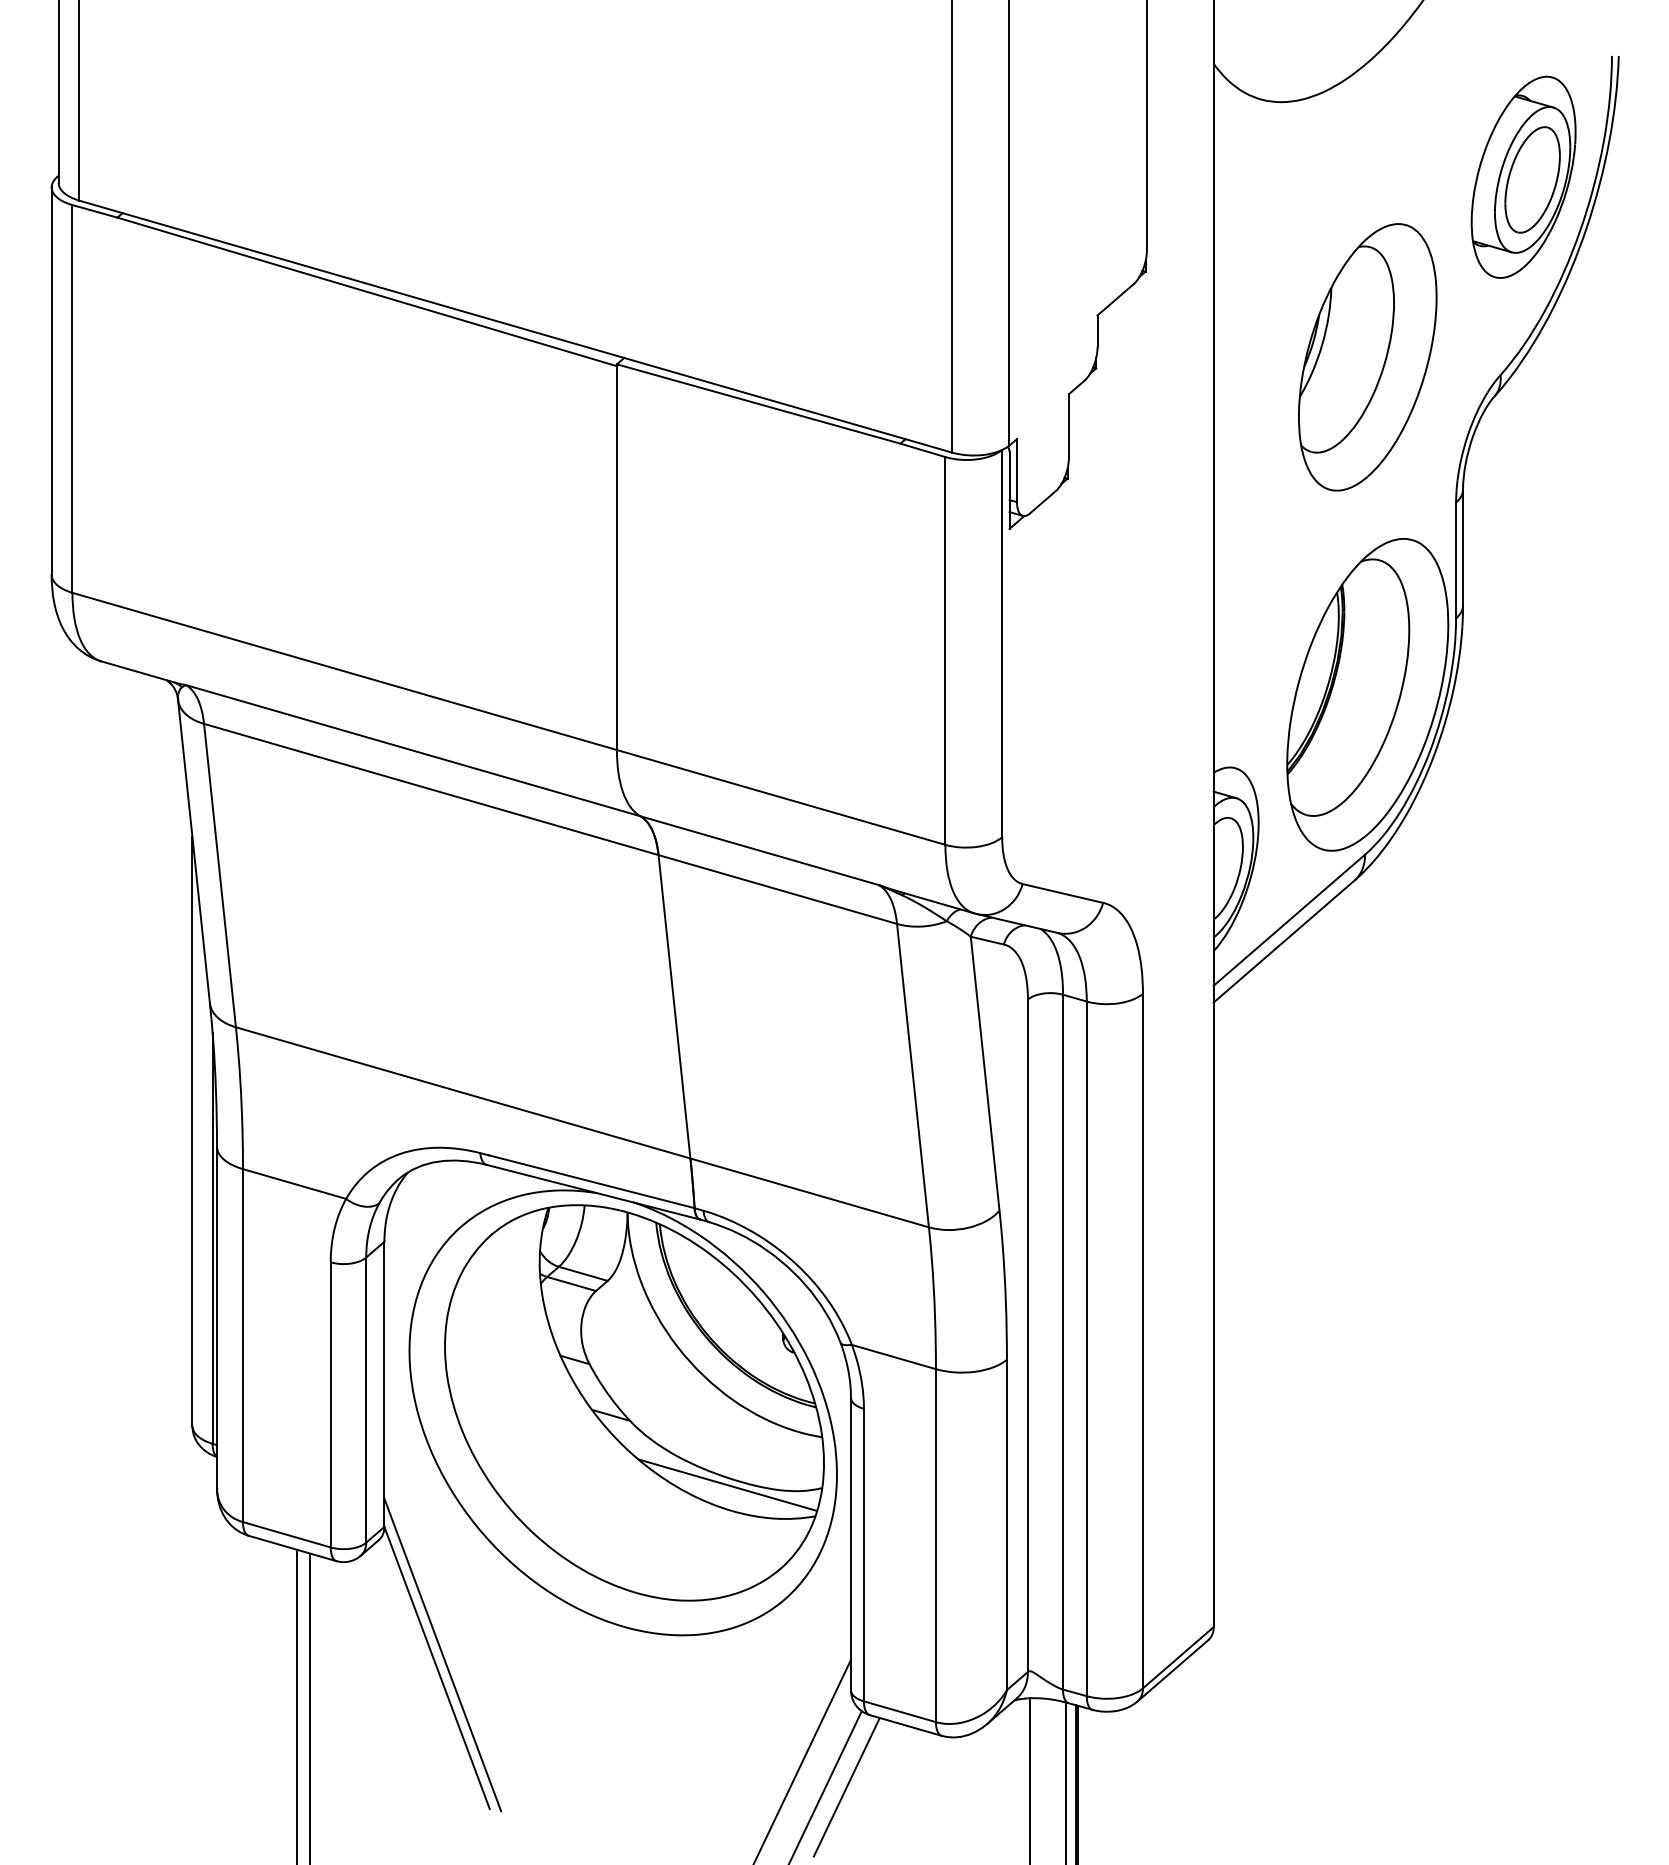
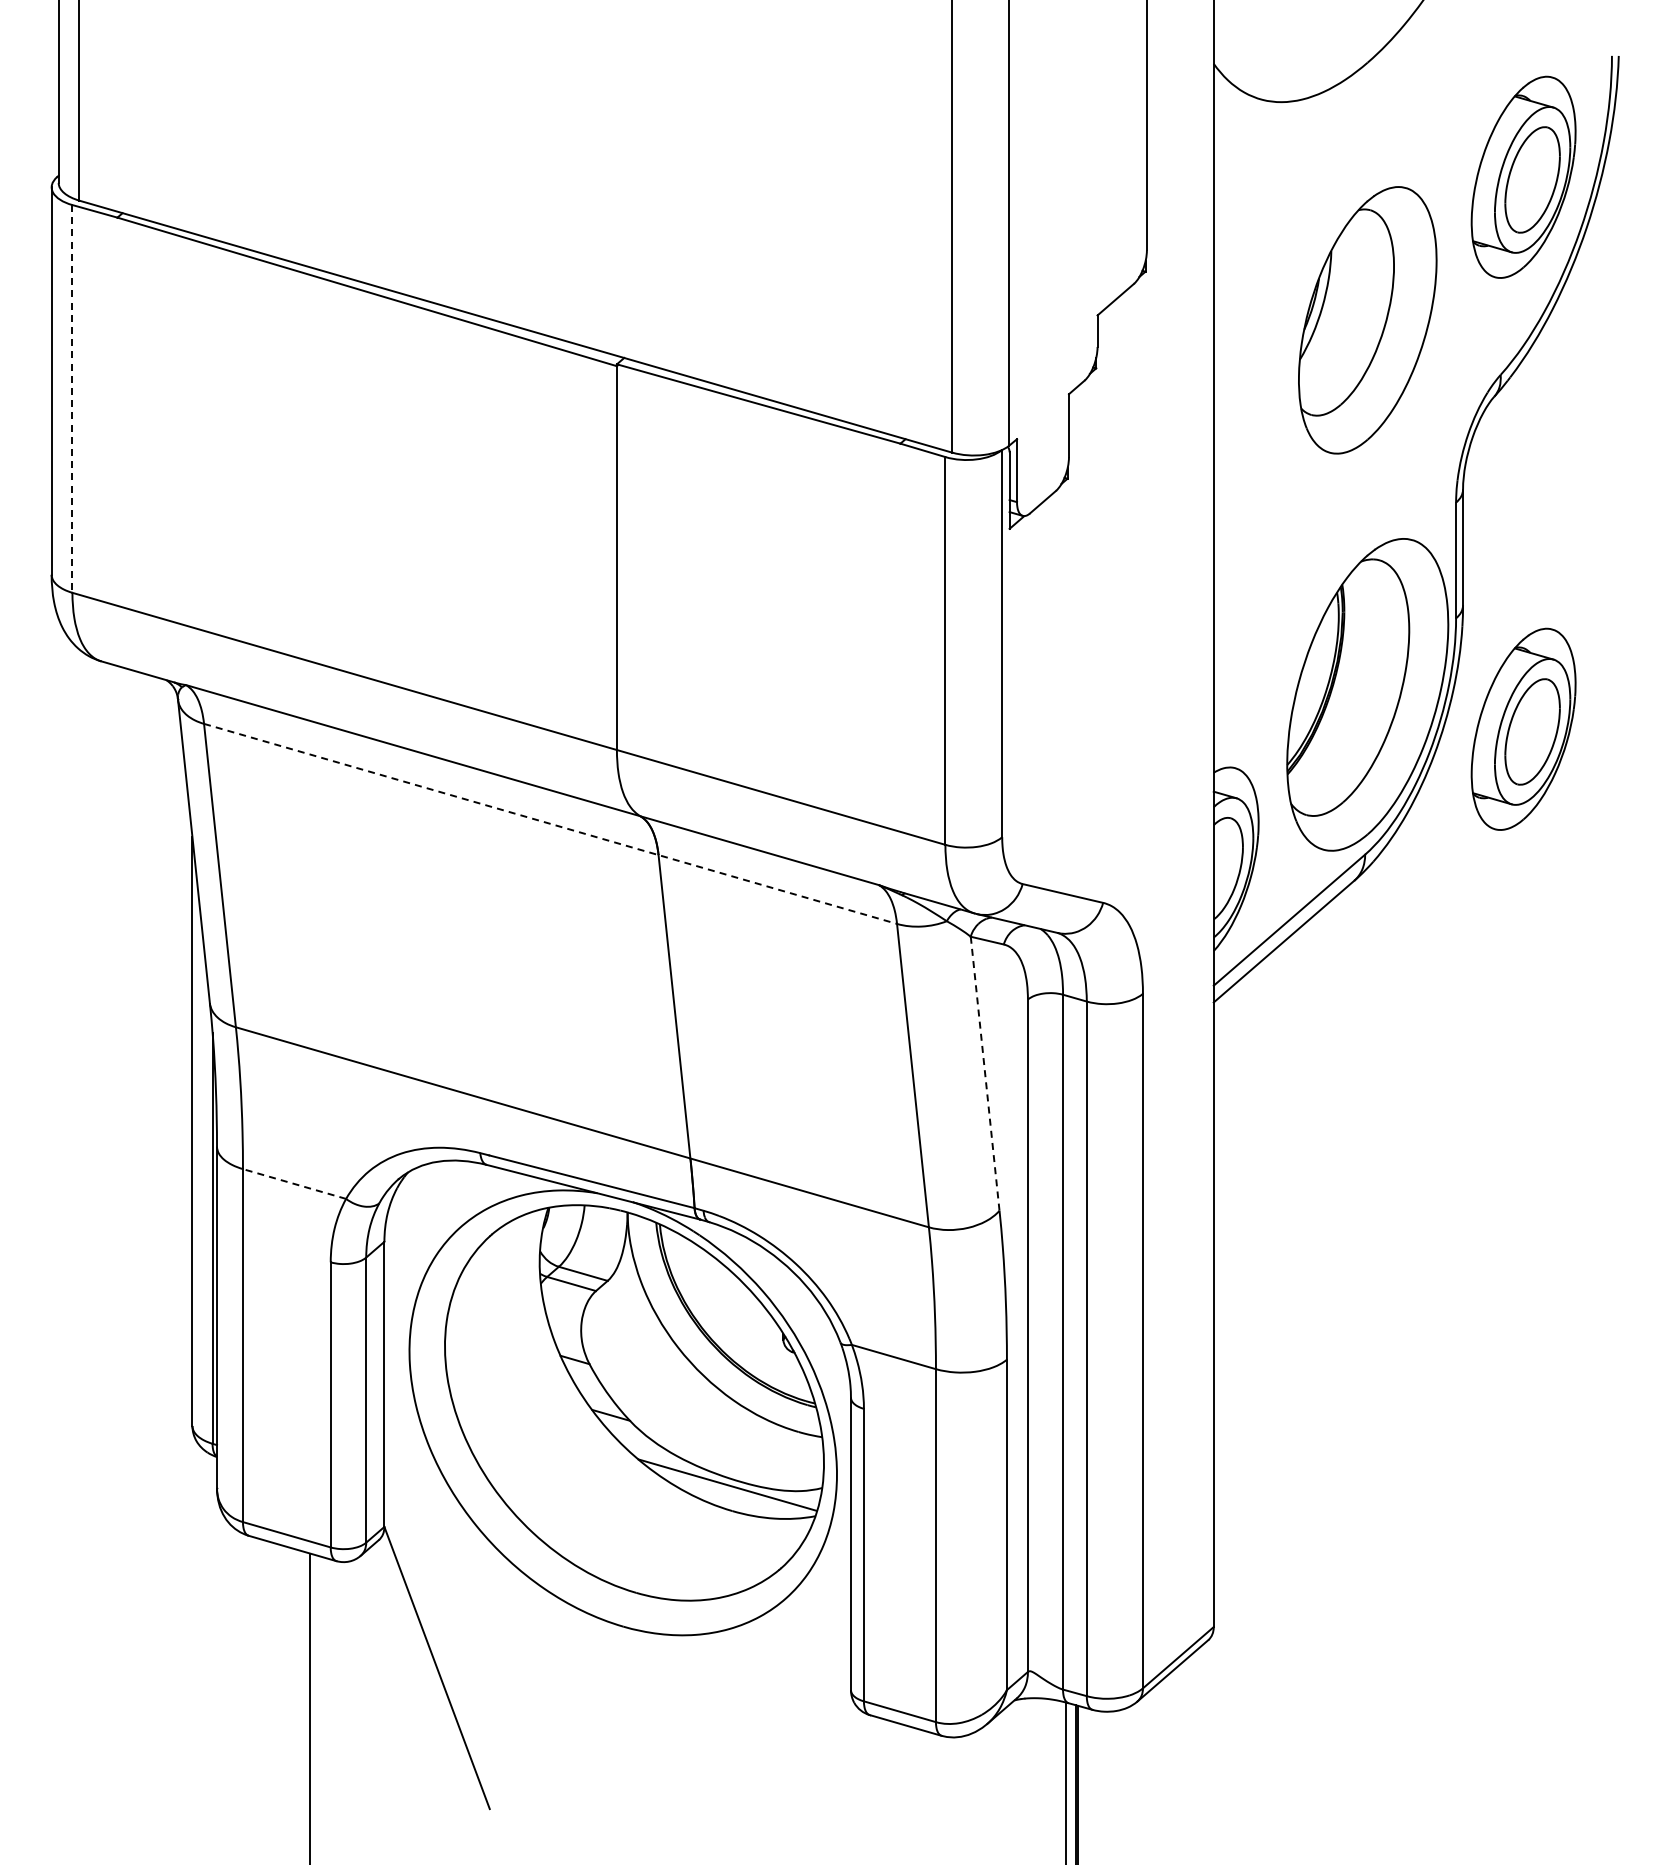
part at (1367, 357) position: (1367, 357) -> (1367, 320)
line at (72, 398): solid -> dashed
part at (1523, 728): none -> present
line at (550, 823): solid -> dashed
line at (985, 1073): solid -> dashed
line at (294, 1184): solid -> dashed
line at (442, 1654): present -> none
line at (297, 1705): present -> none
line at (802, 1760): present -> none
line at (1030, 1779): present -> none
line at (825, 1786): present -> none
line at (846, 1786): present -> none
